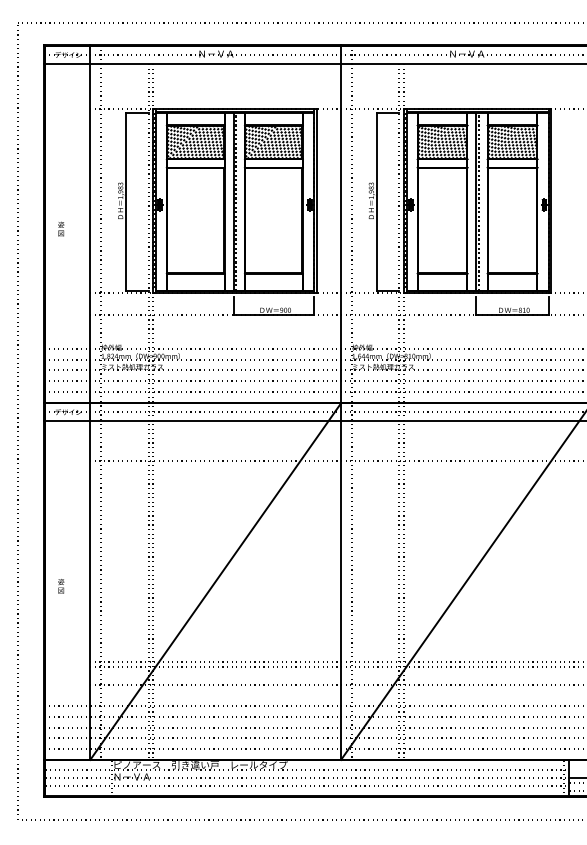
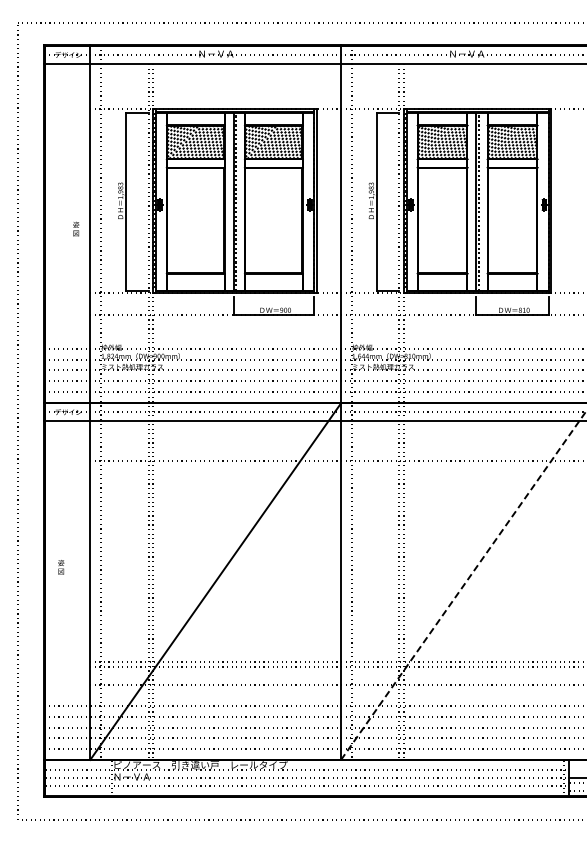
text at (61, 228) position: (61, 228) -> (76, 228)
line at (463, 585): solid -> dashed
text at (61, 586) position: (61, 586) -> (61, 567)
